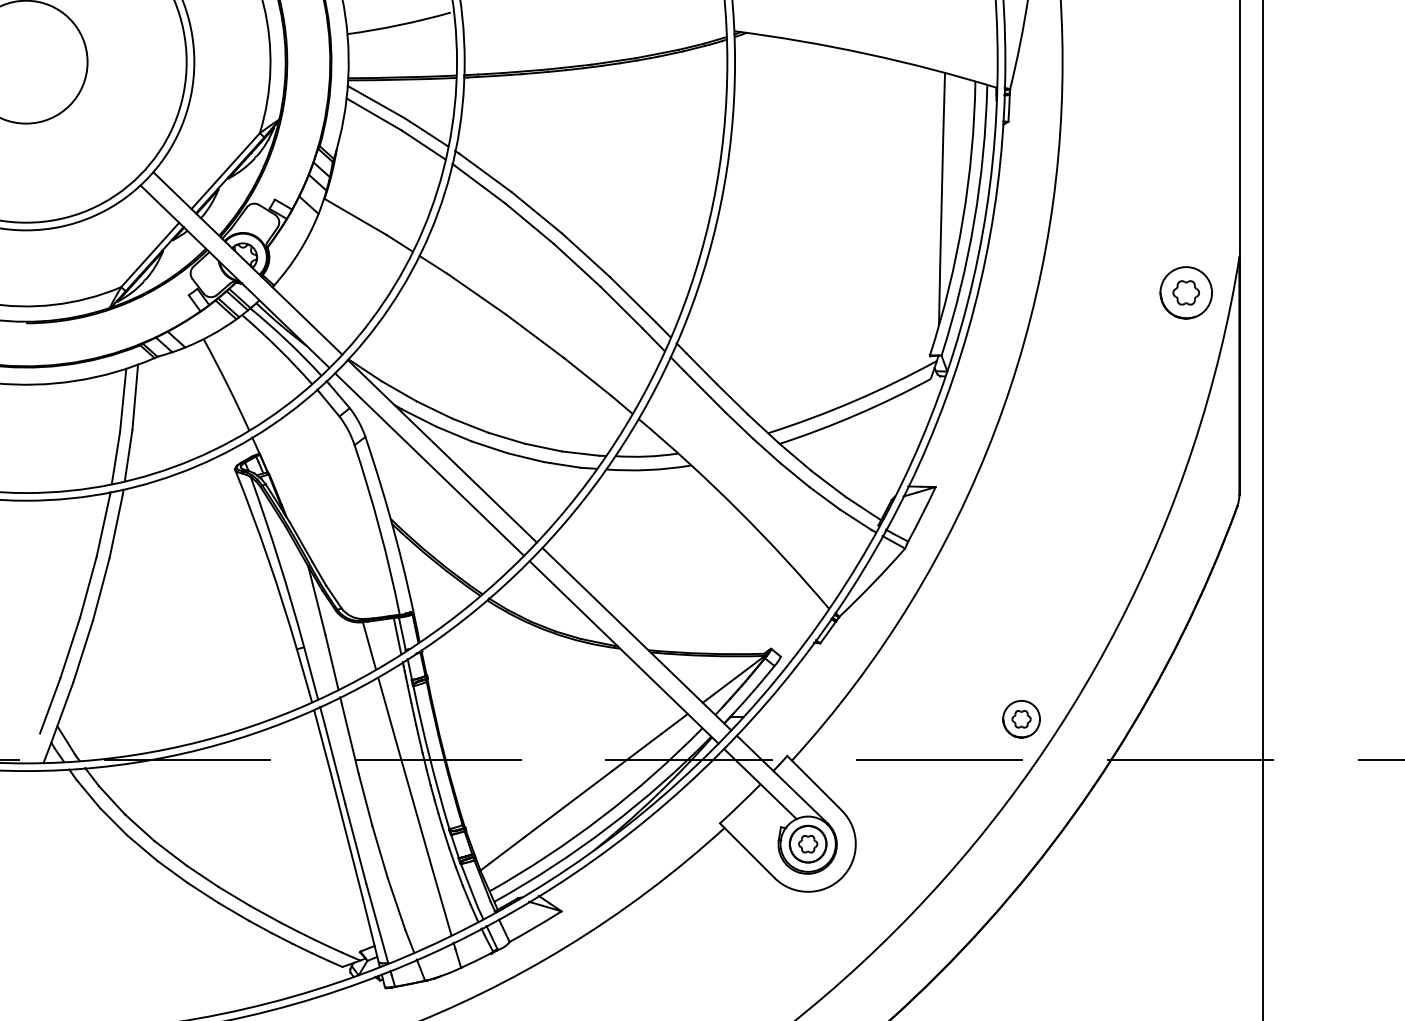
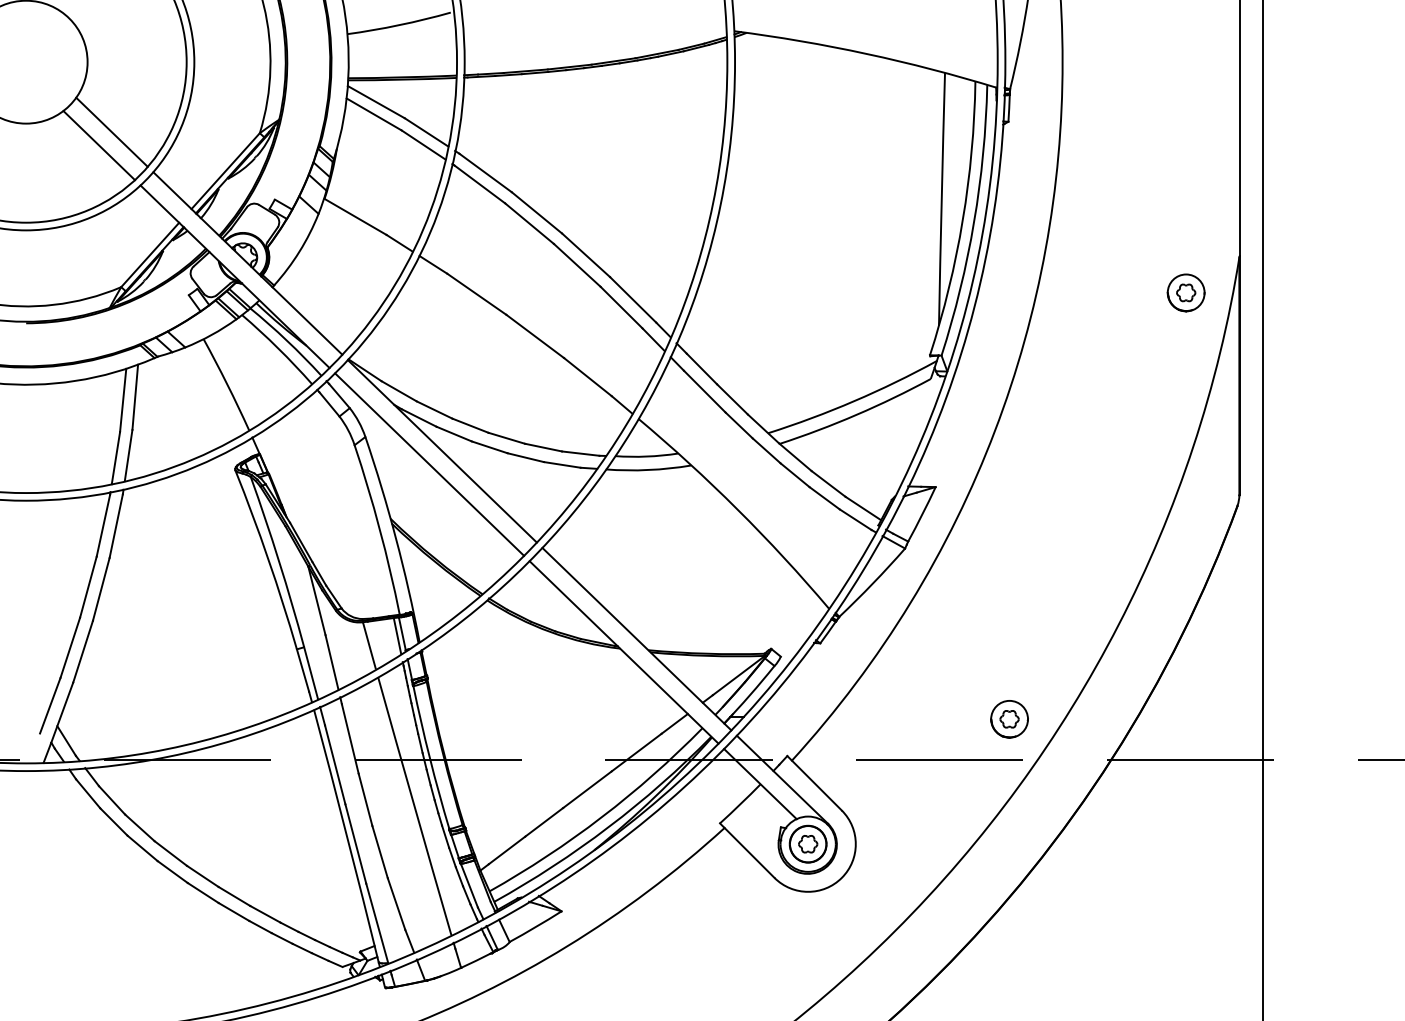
line at (111, 131): none -> present
line at (99, 145): none -> present
part at (1186, 292) size: 55x54 px -> 40x40 px
part at (1021, 719) position: (1021, 719) -> (1009, 719)
